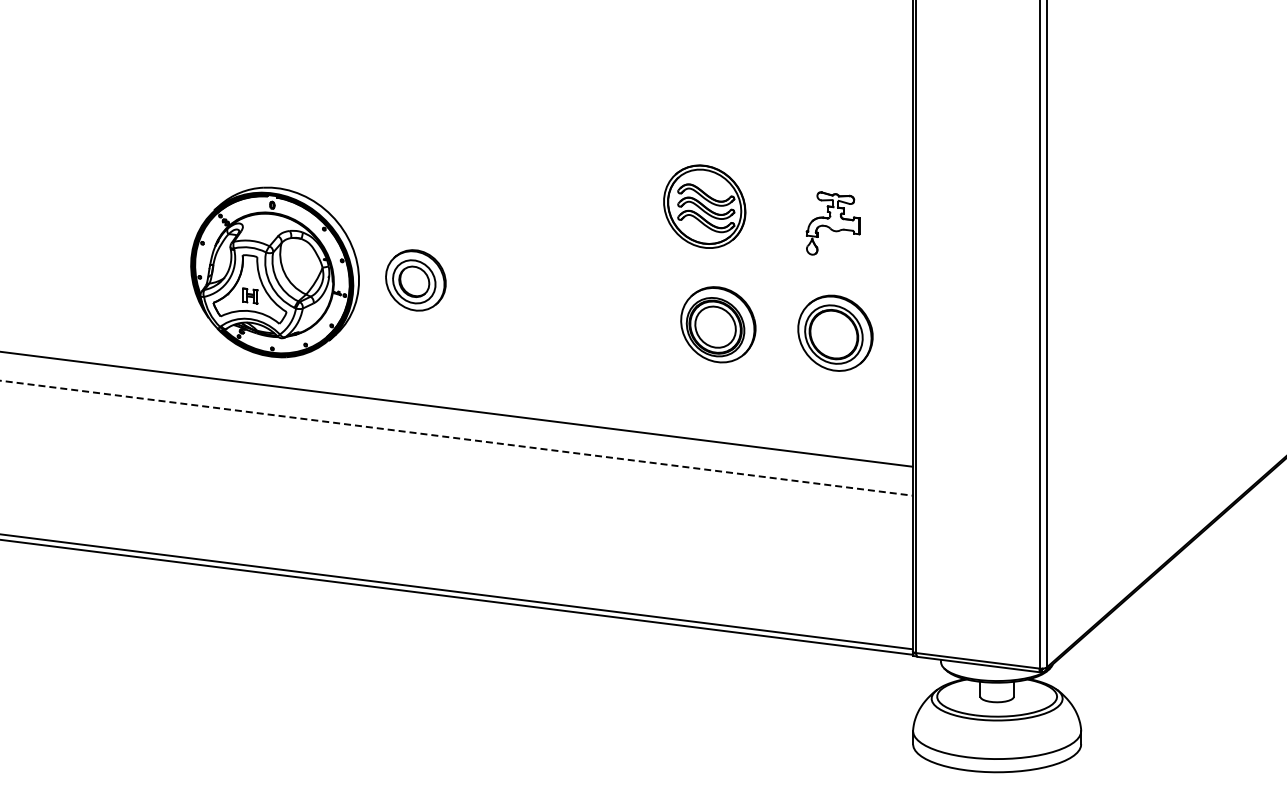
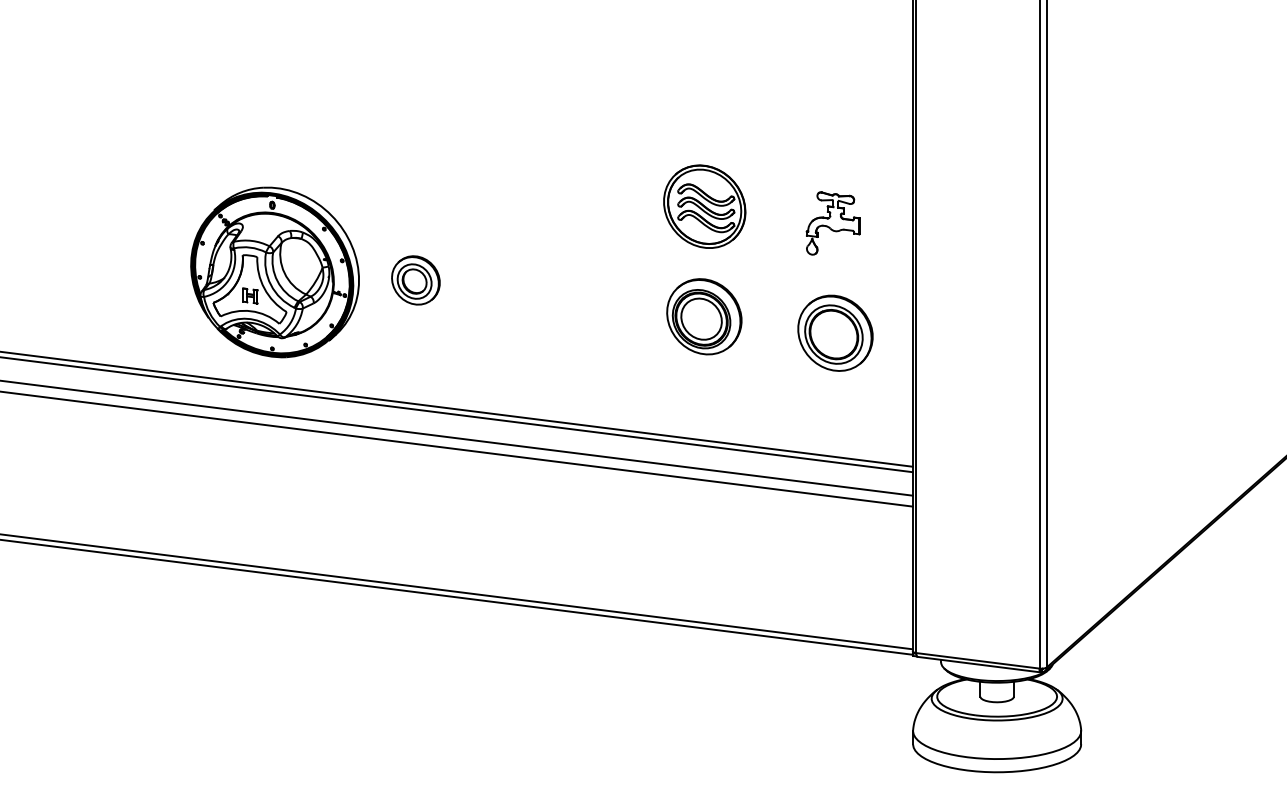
part at (415, 280) size: 62x63 px -> 50x51 px
part at (718, 324) position: (718, 324) -> (704, 316)
line at (457, 414): none -> present
line at (456, 438): dashed -> solid
line at (457, 448): none -> present
